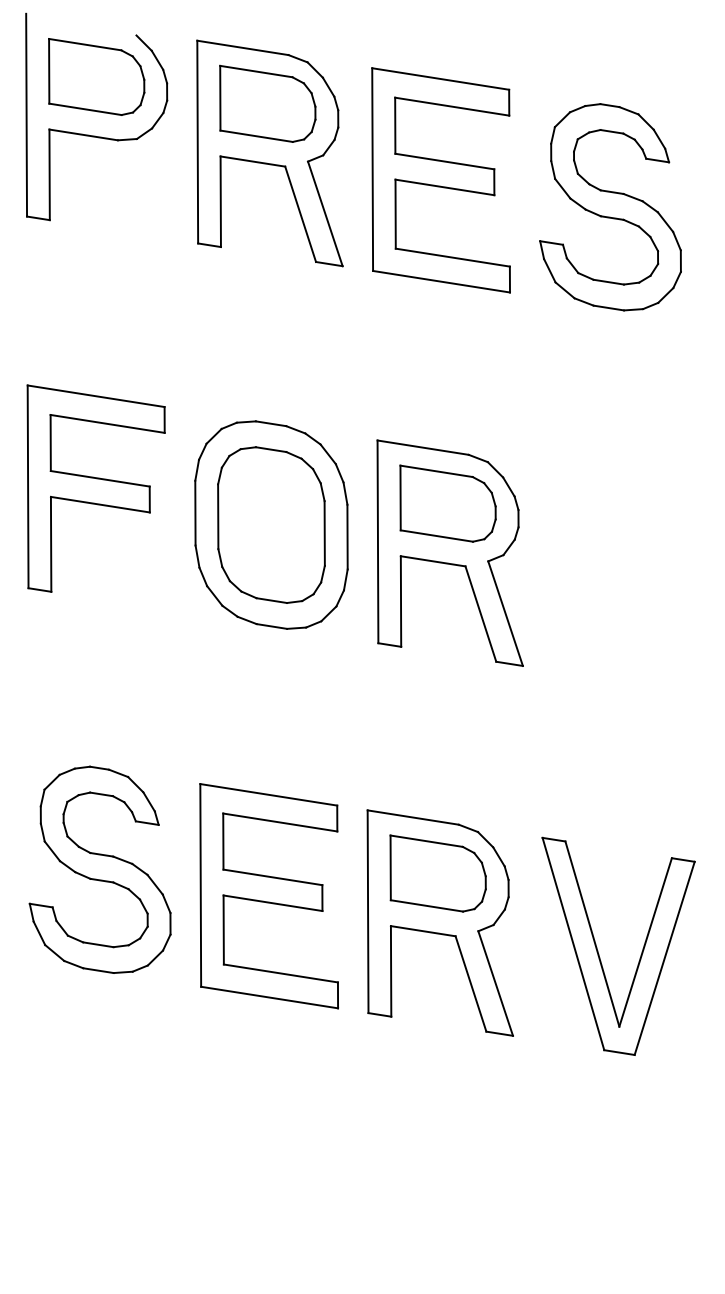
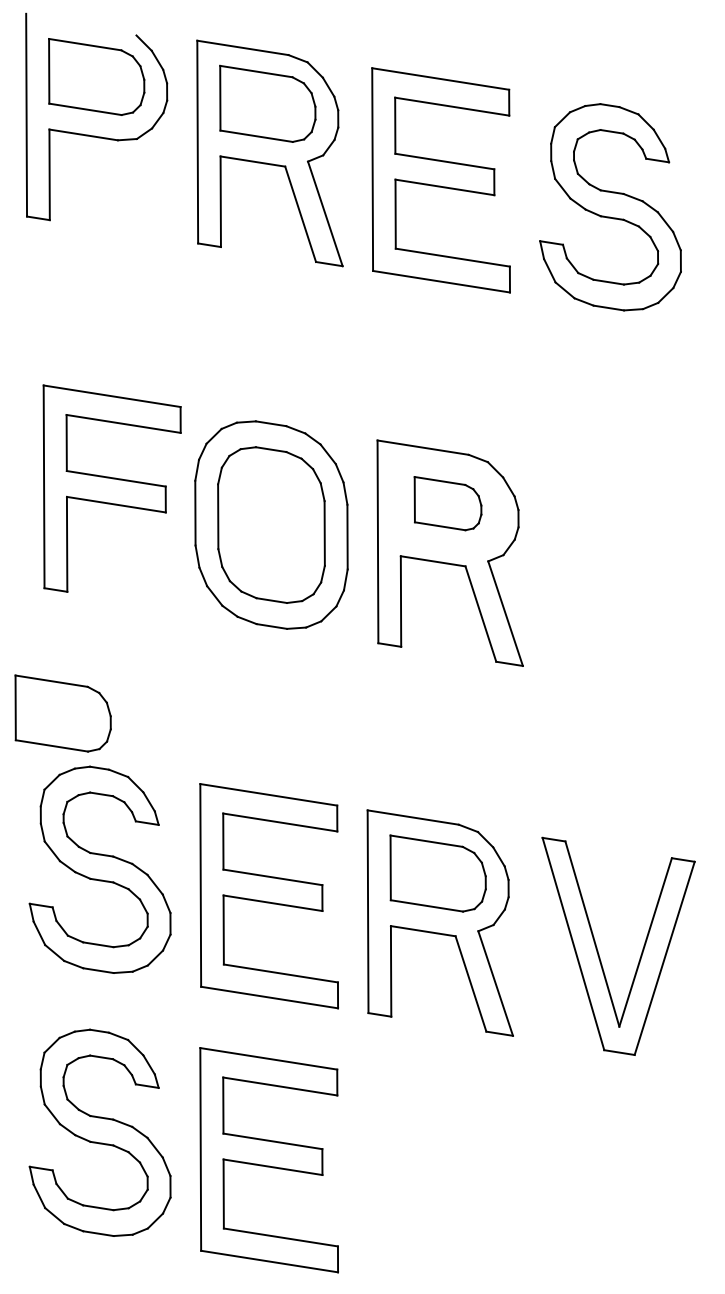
part at (95, 488) position: (95, 488) -> (111, 488)
part at (447, 503) size: 98x79 px -> 70x56 px
part at (62, 713): none -> present
part at (99, 1132): none -> present
part at (268, 1160): none -> present
